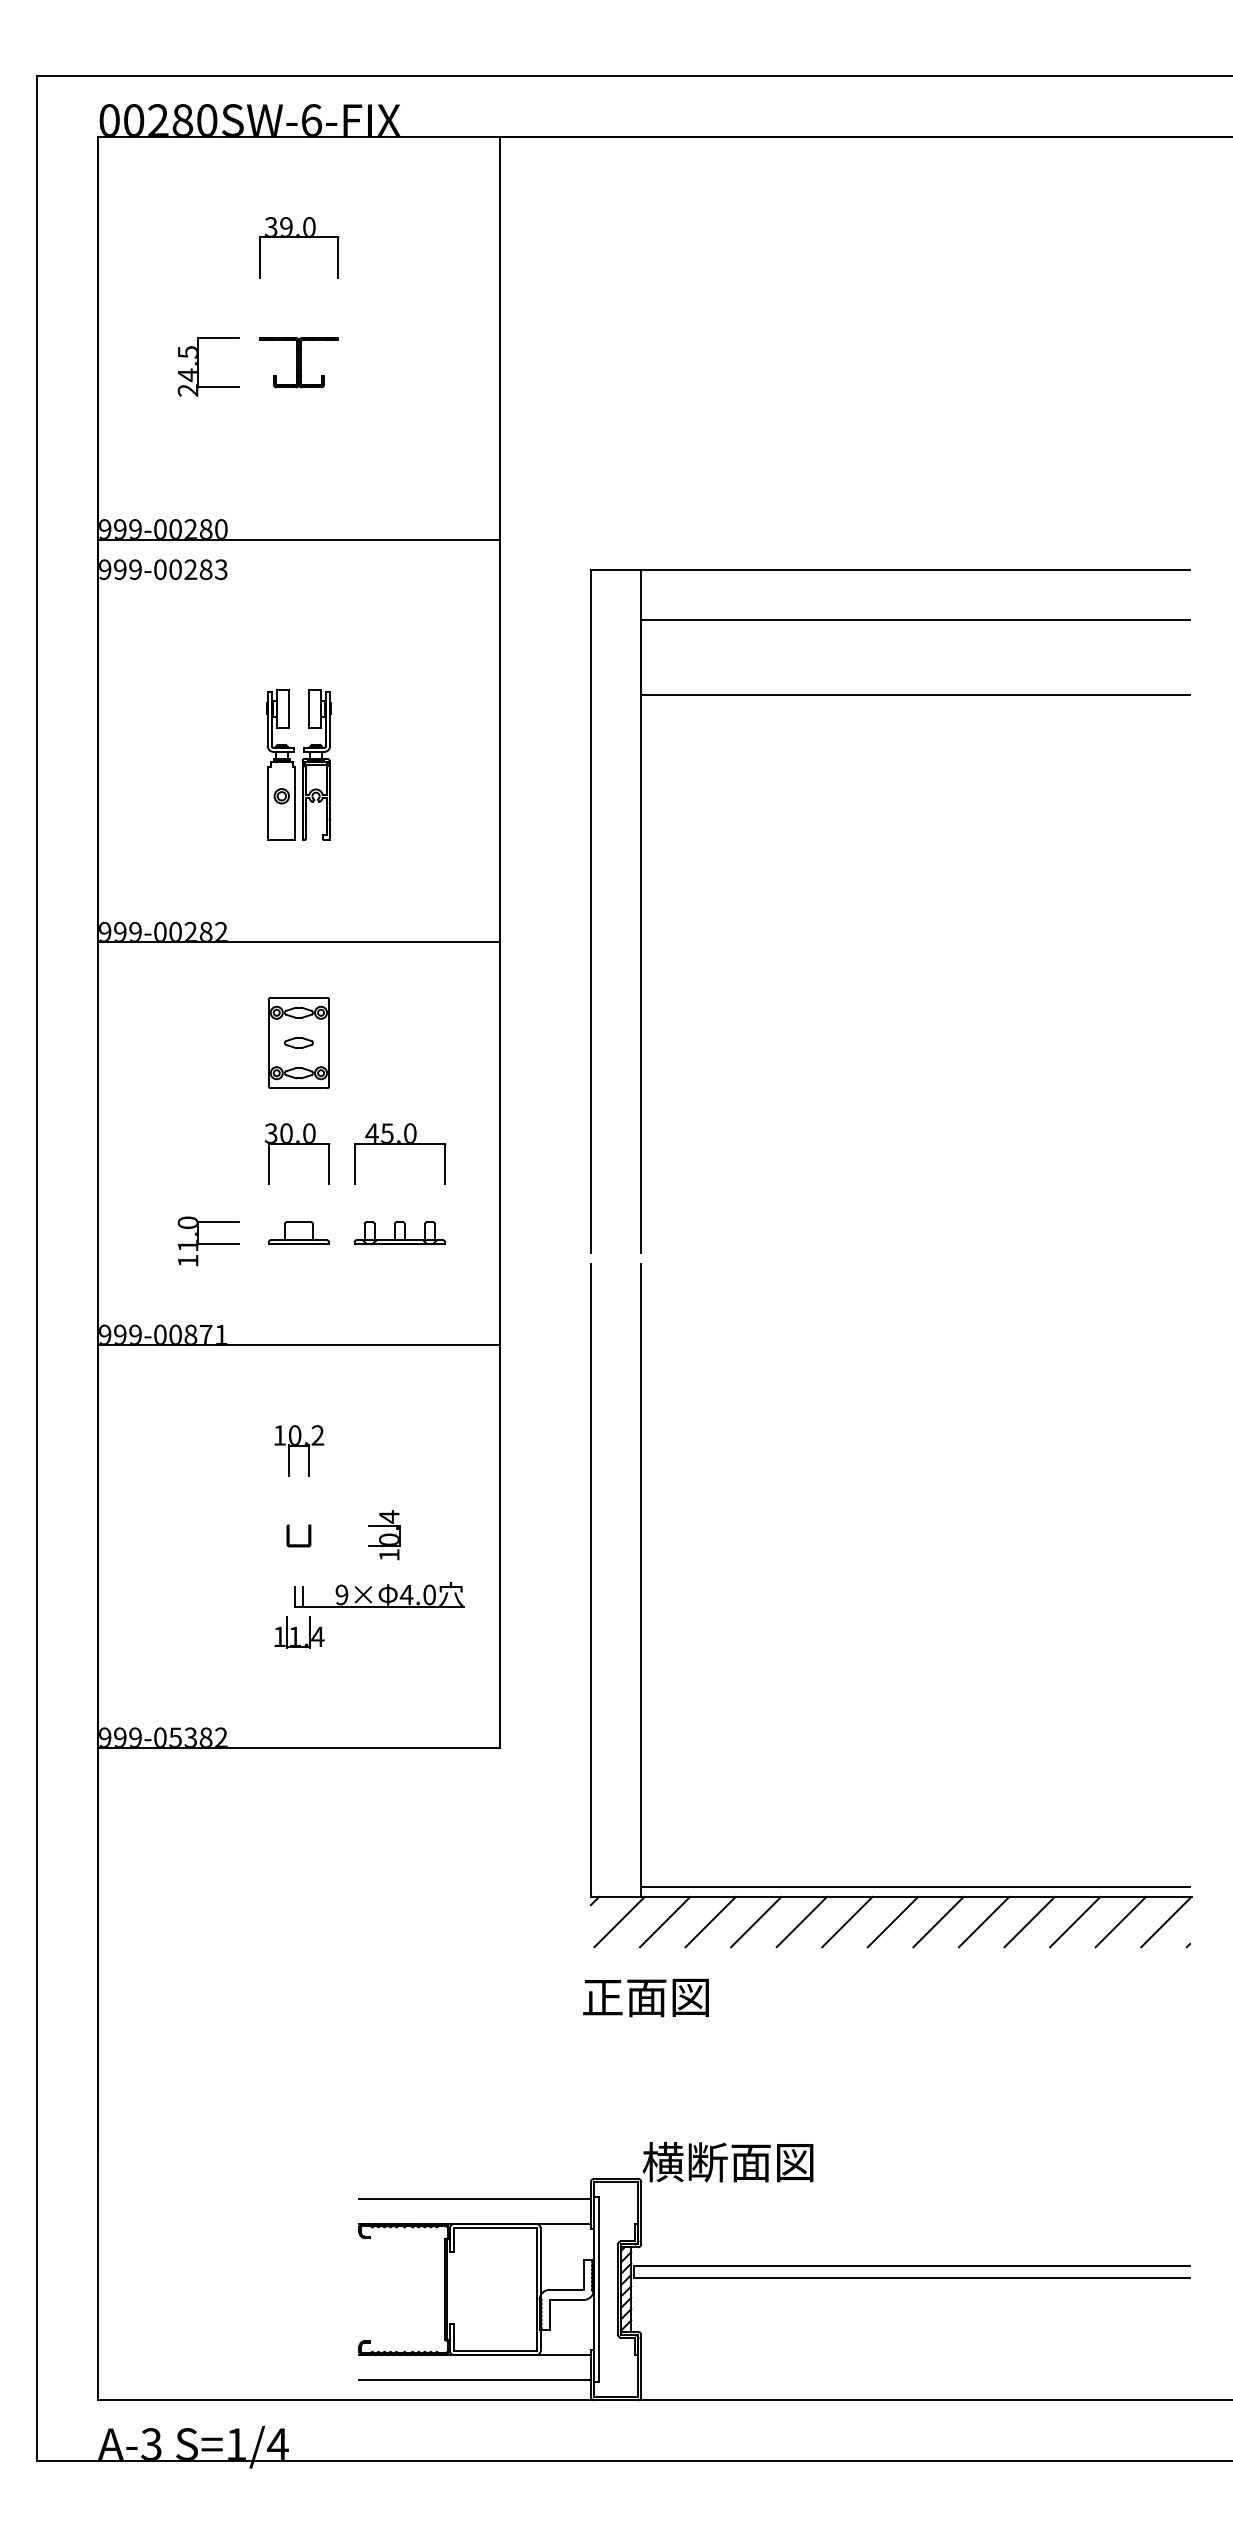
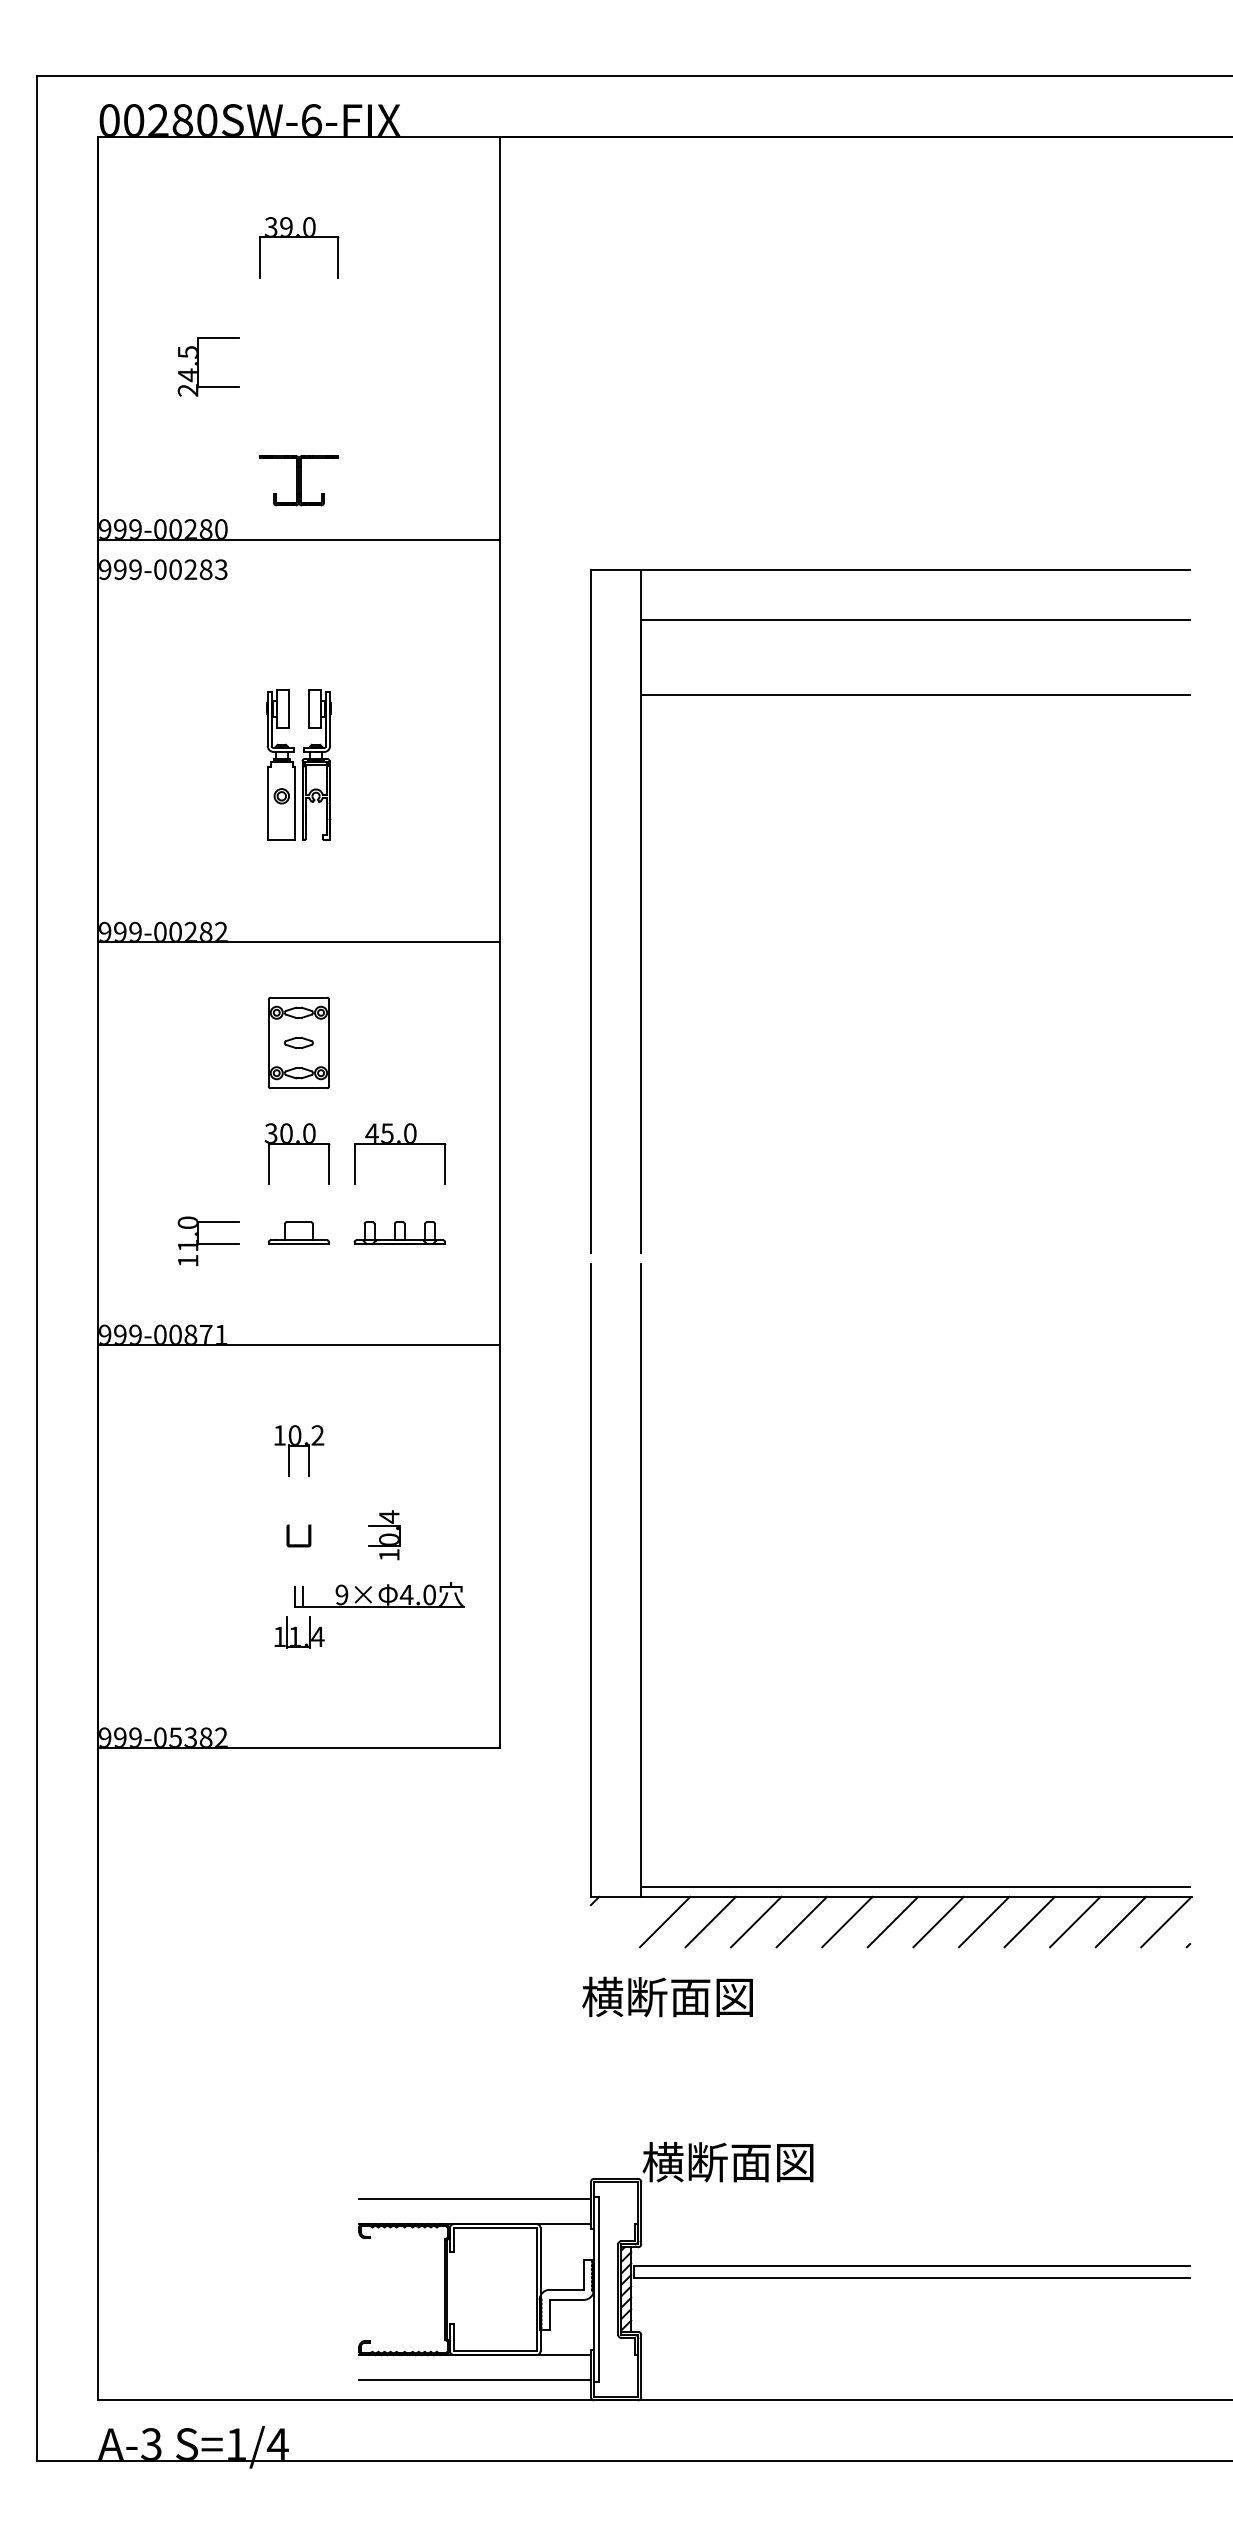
part at (298, 362) position: (298, 362) -> (298, 480)
line at (619, 1921): present -> none
text at (667, 1996): 正面図 -> 横断面図
